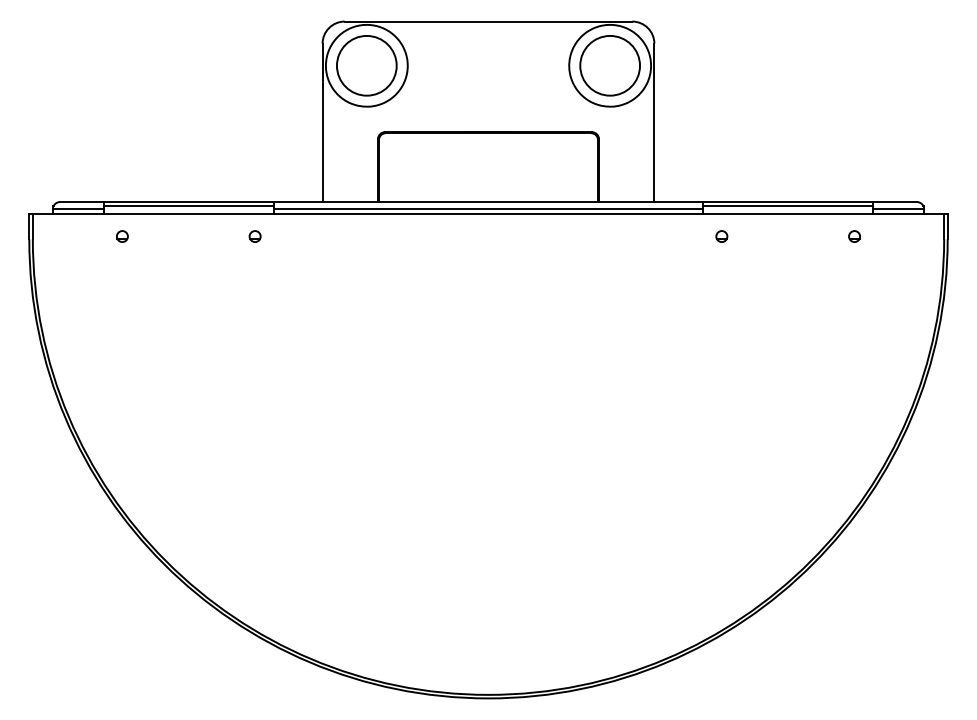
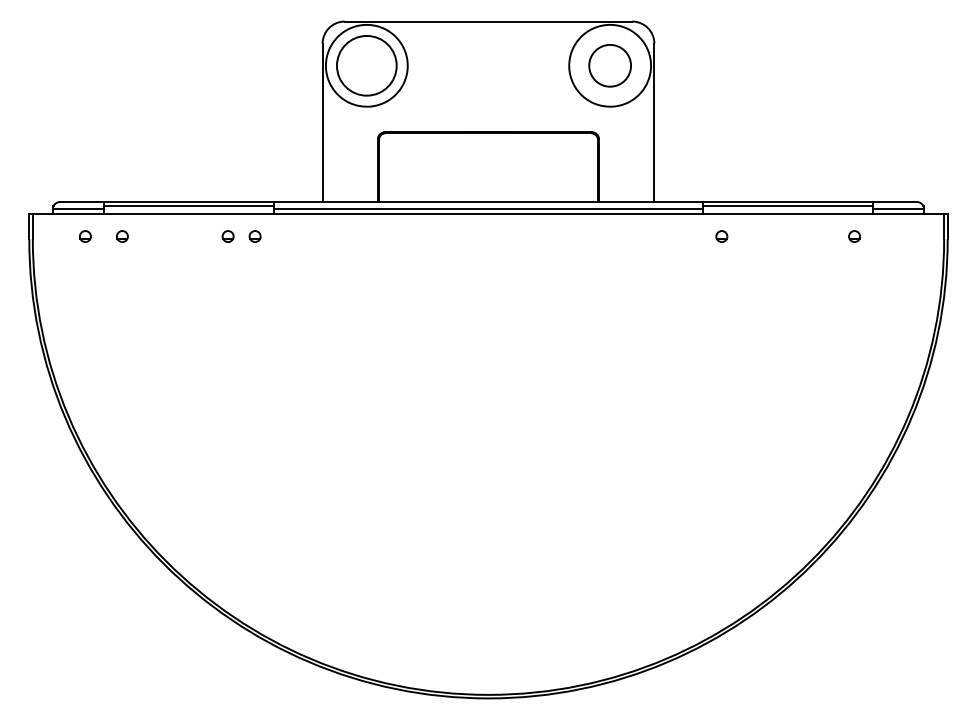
circle at (610, 65) diameter: 60 px -> 42 px
part at (85, 236): none -> present
part at (227, 236): none -> present
